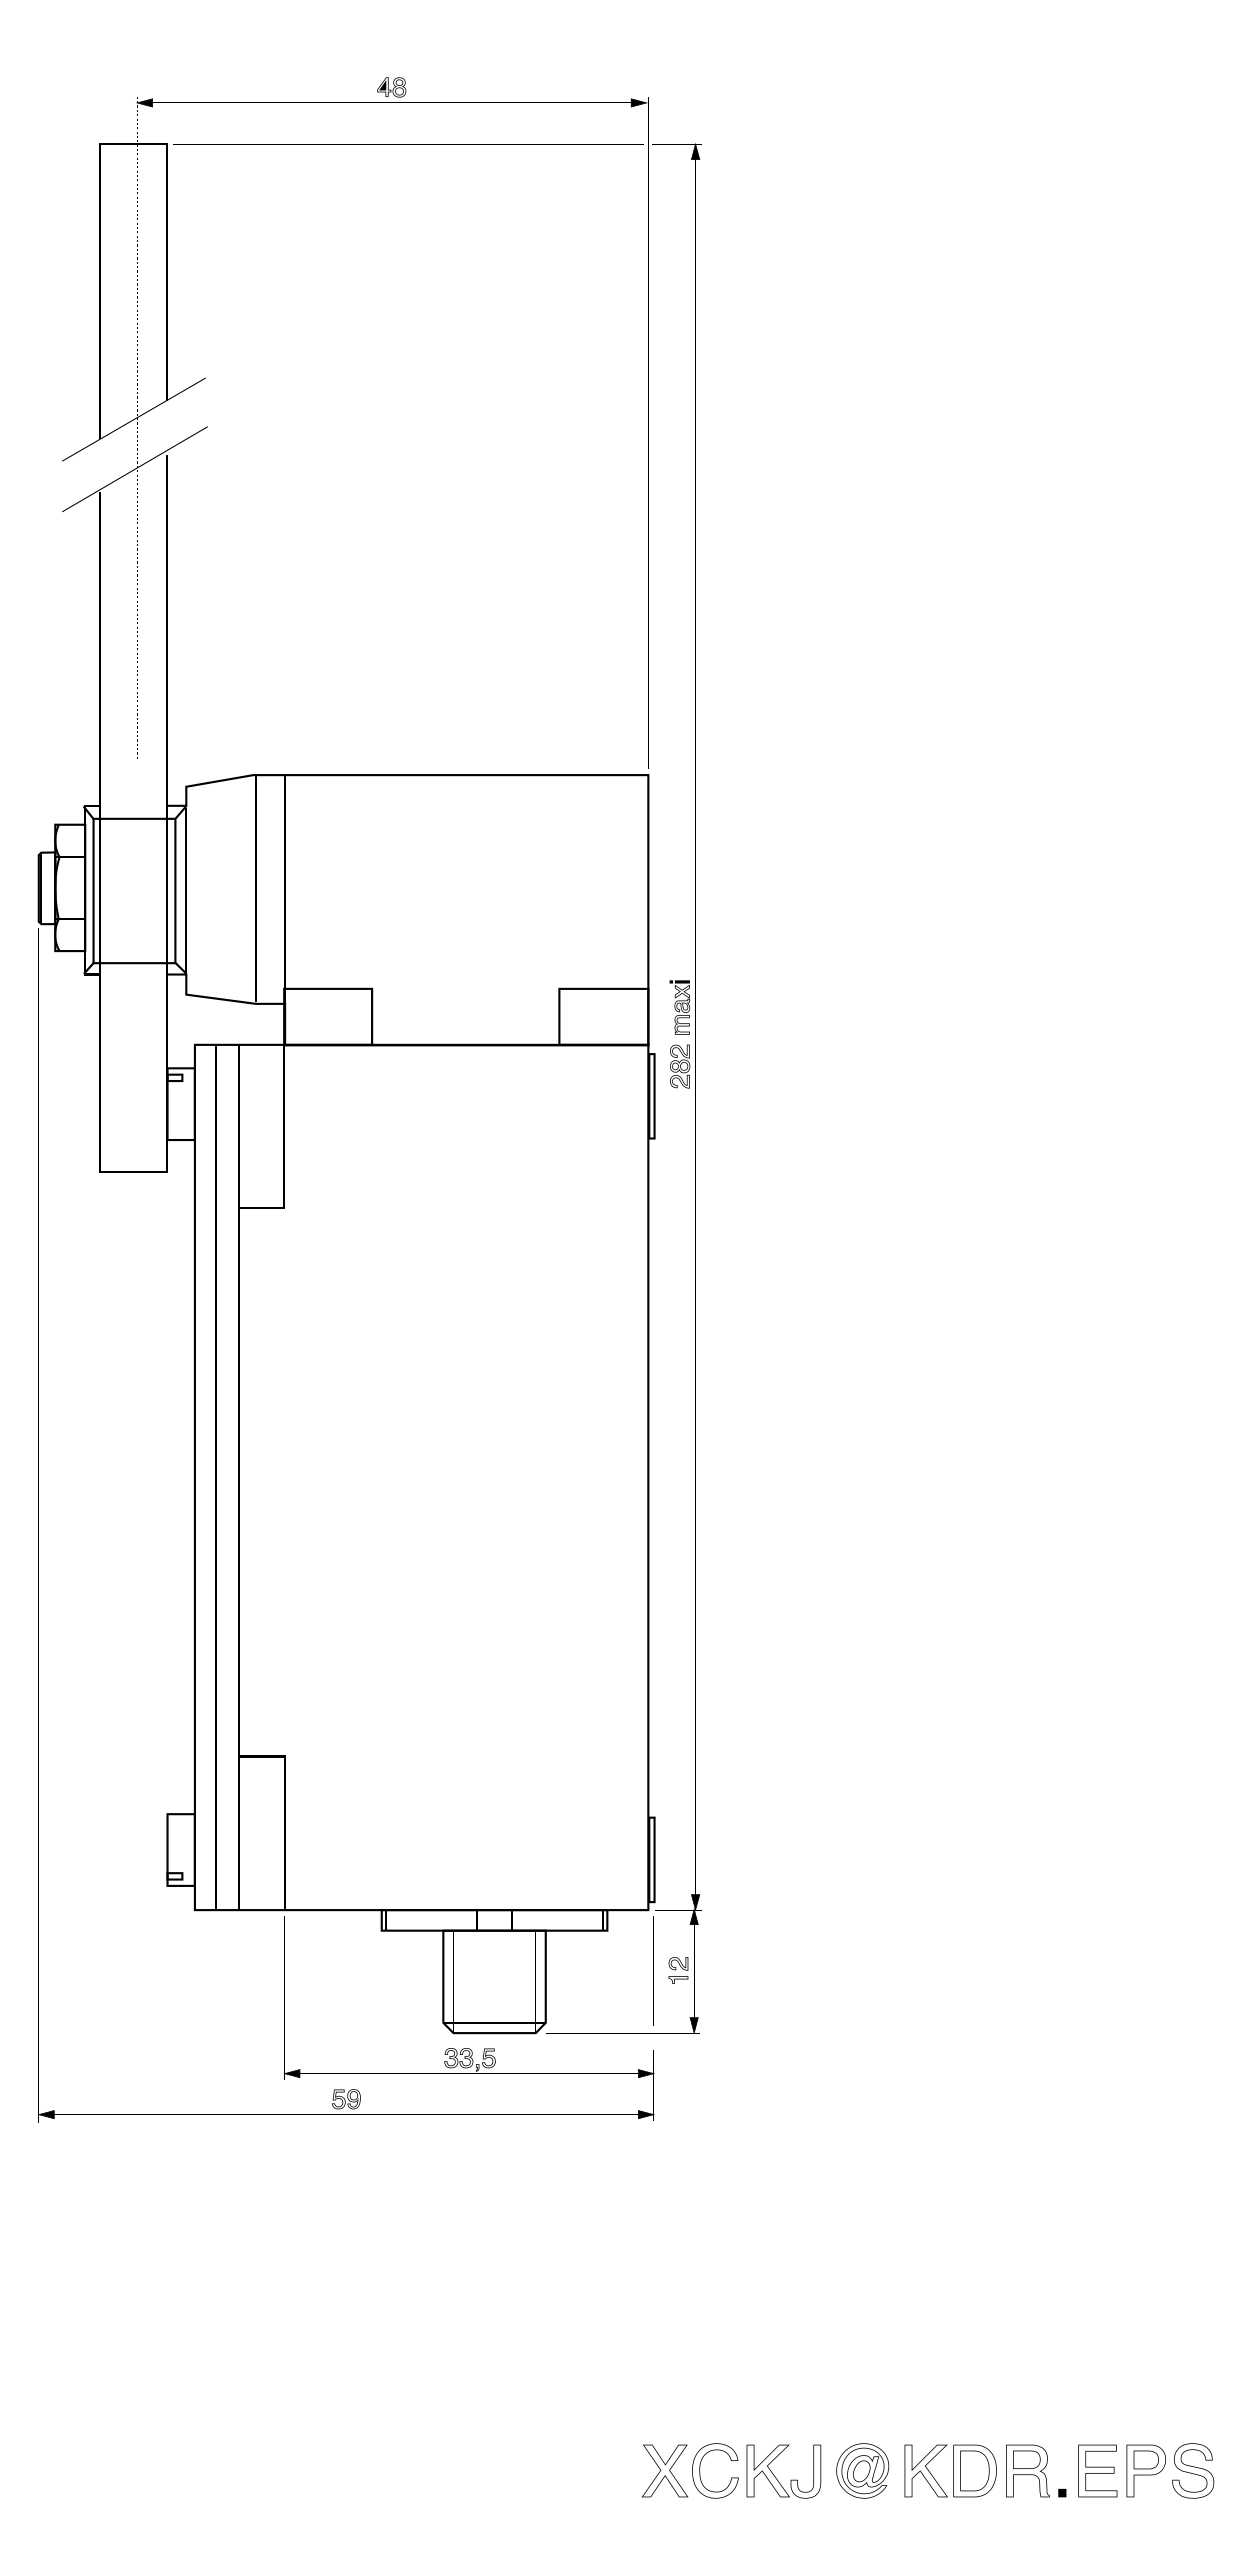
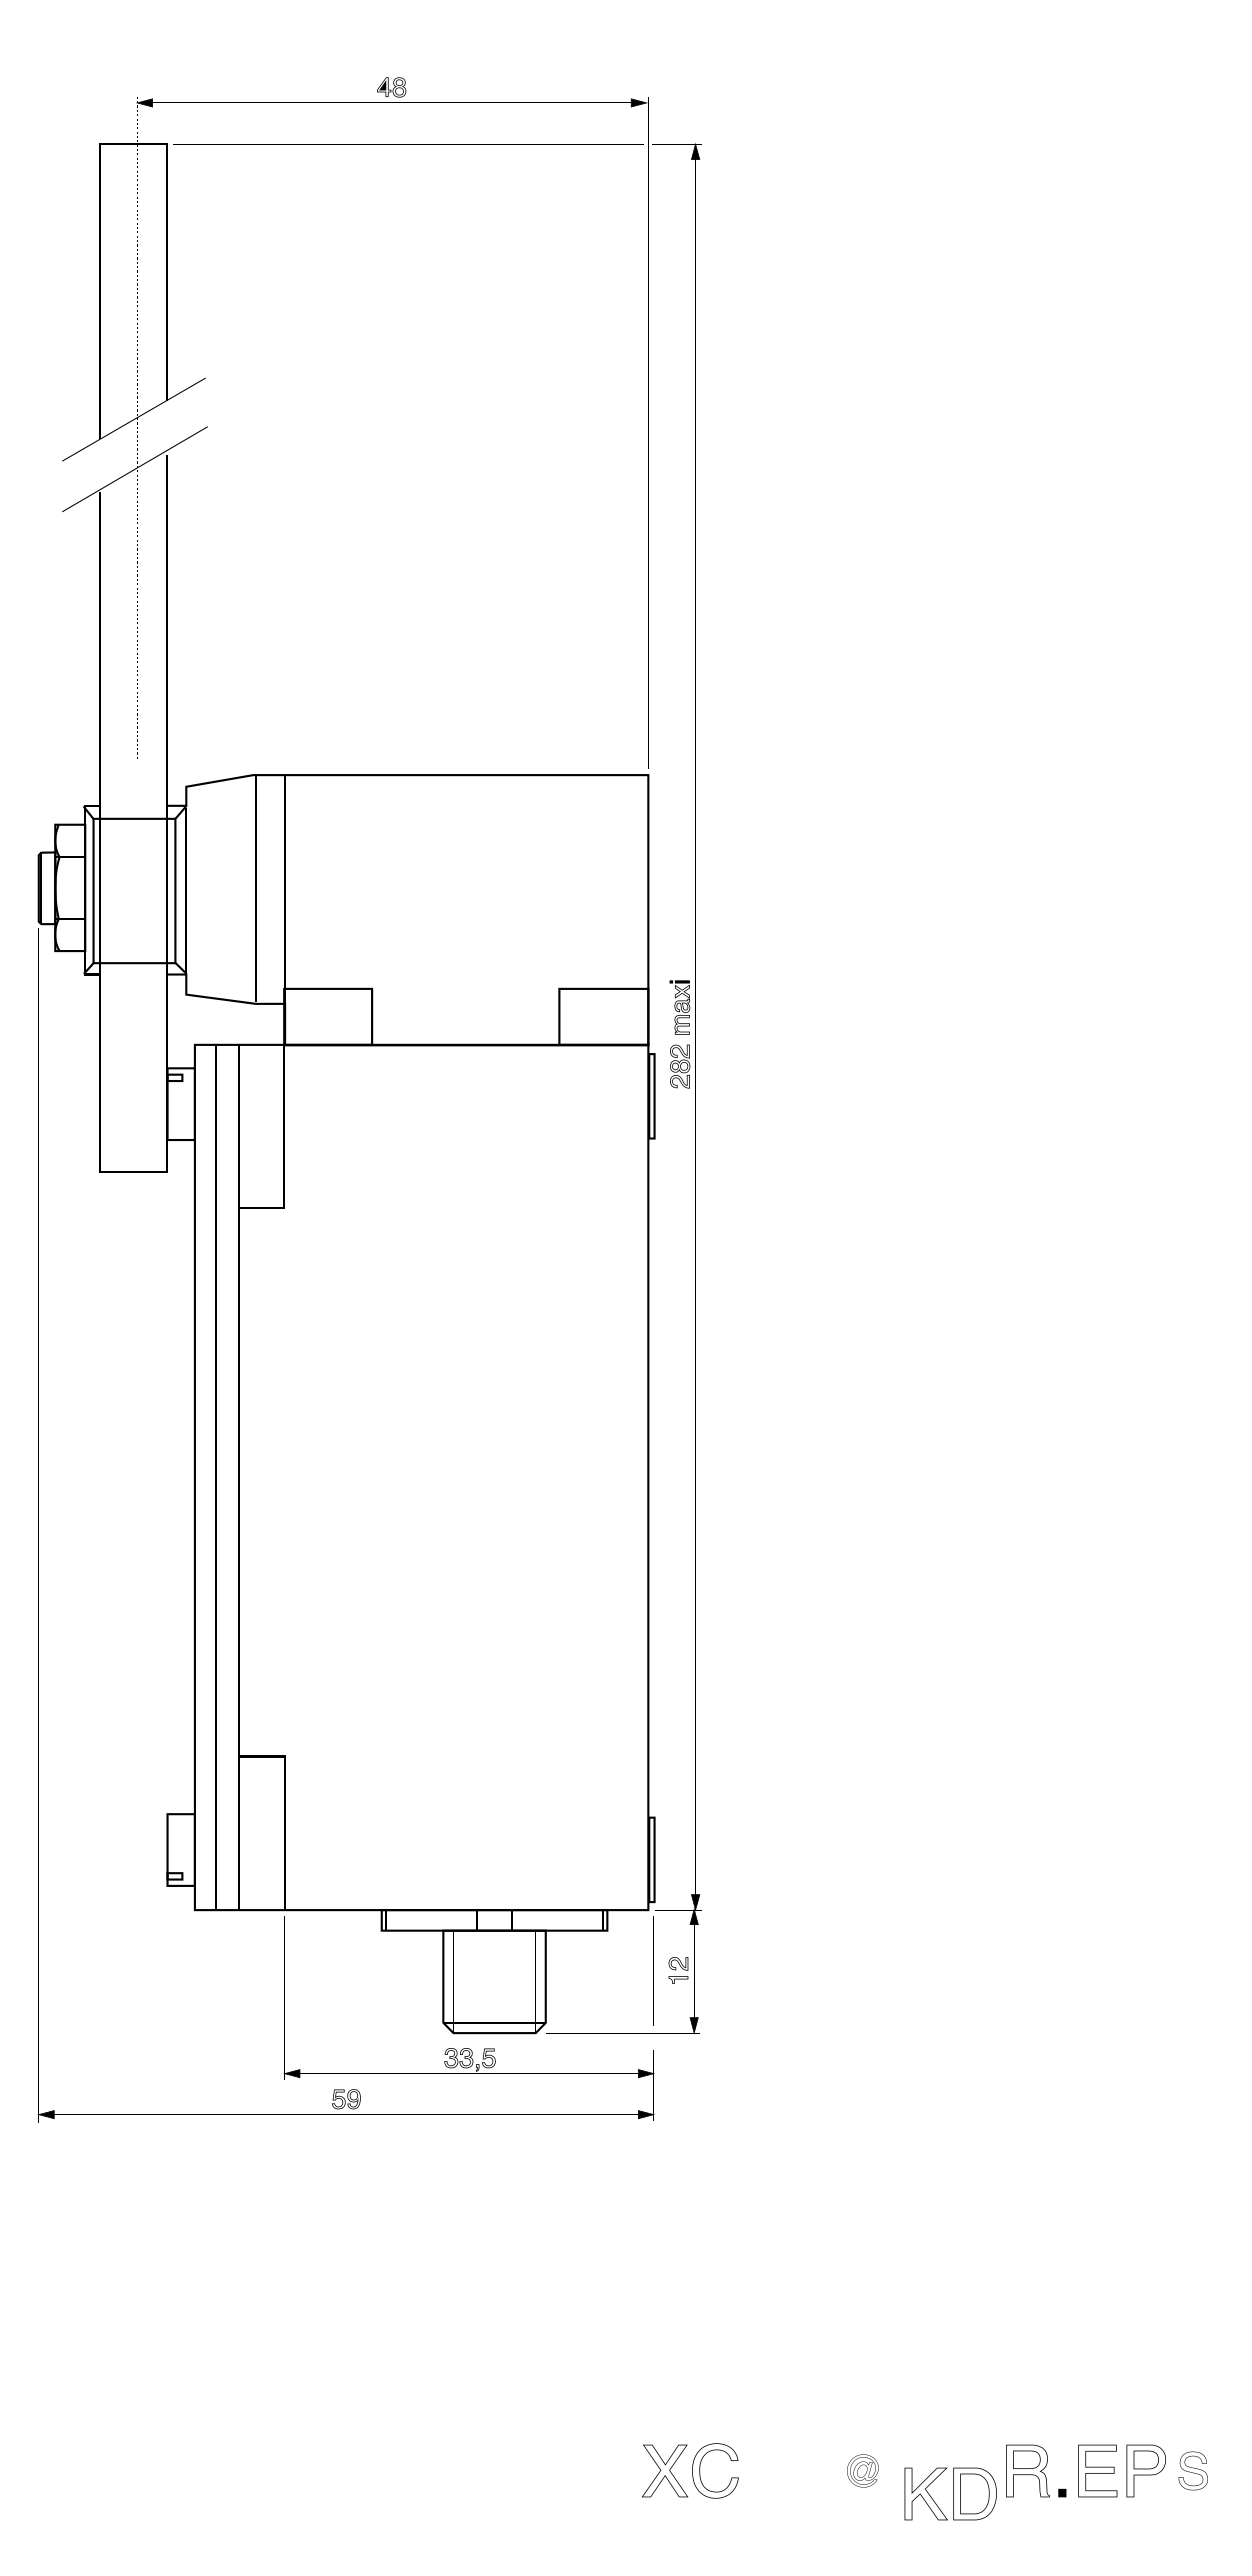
part at (862, 2470) size: 54x56 px -> 32x34 px
part at (950, 2470) position: (950, 2470) -> (950, 2493)
part at (1193, 2470) size: 43x56 px -> 30x40 px
part at (775, 2476): present -> none
